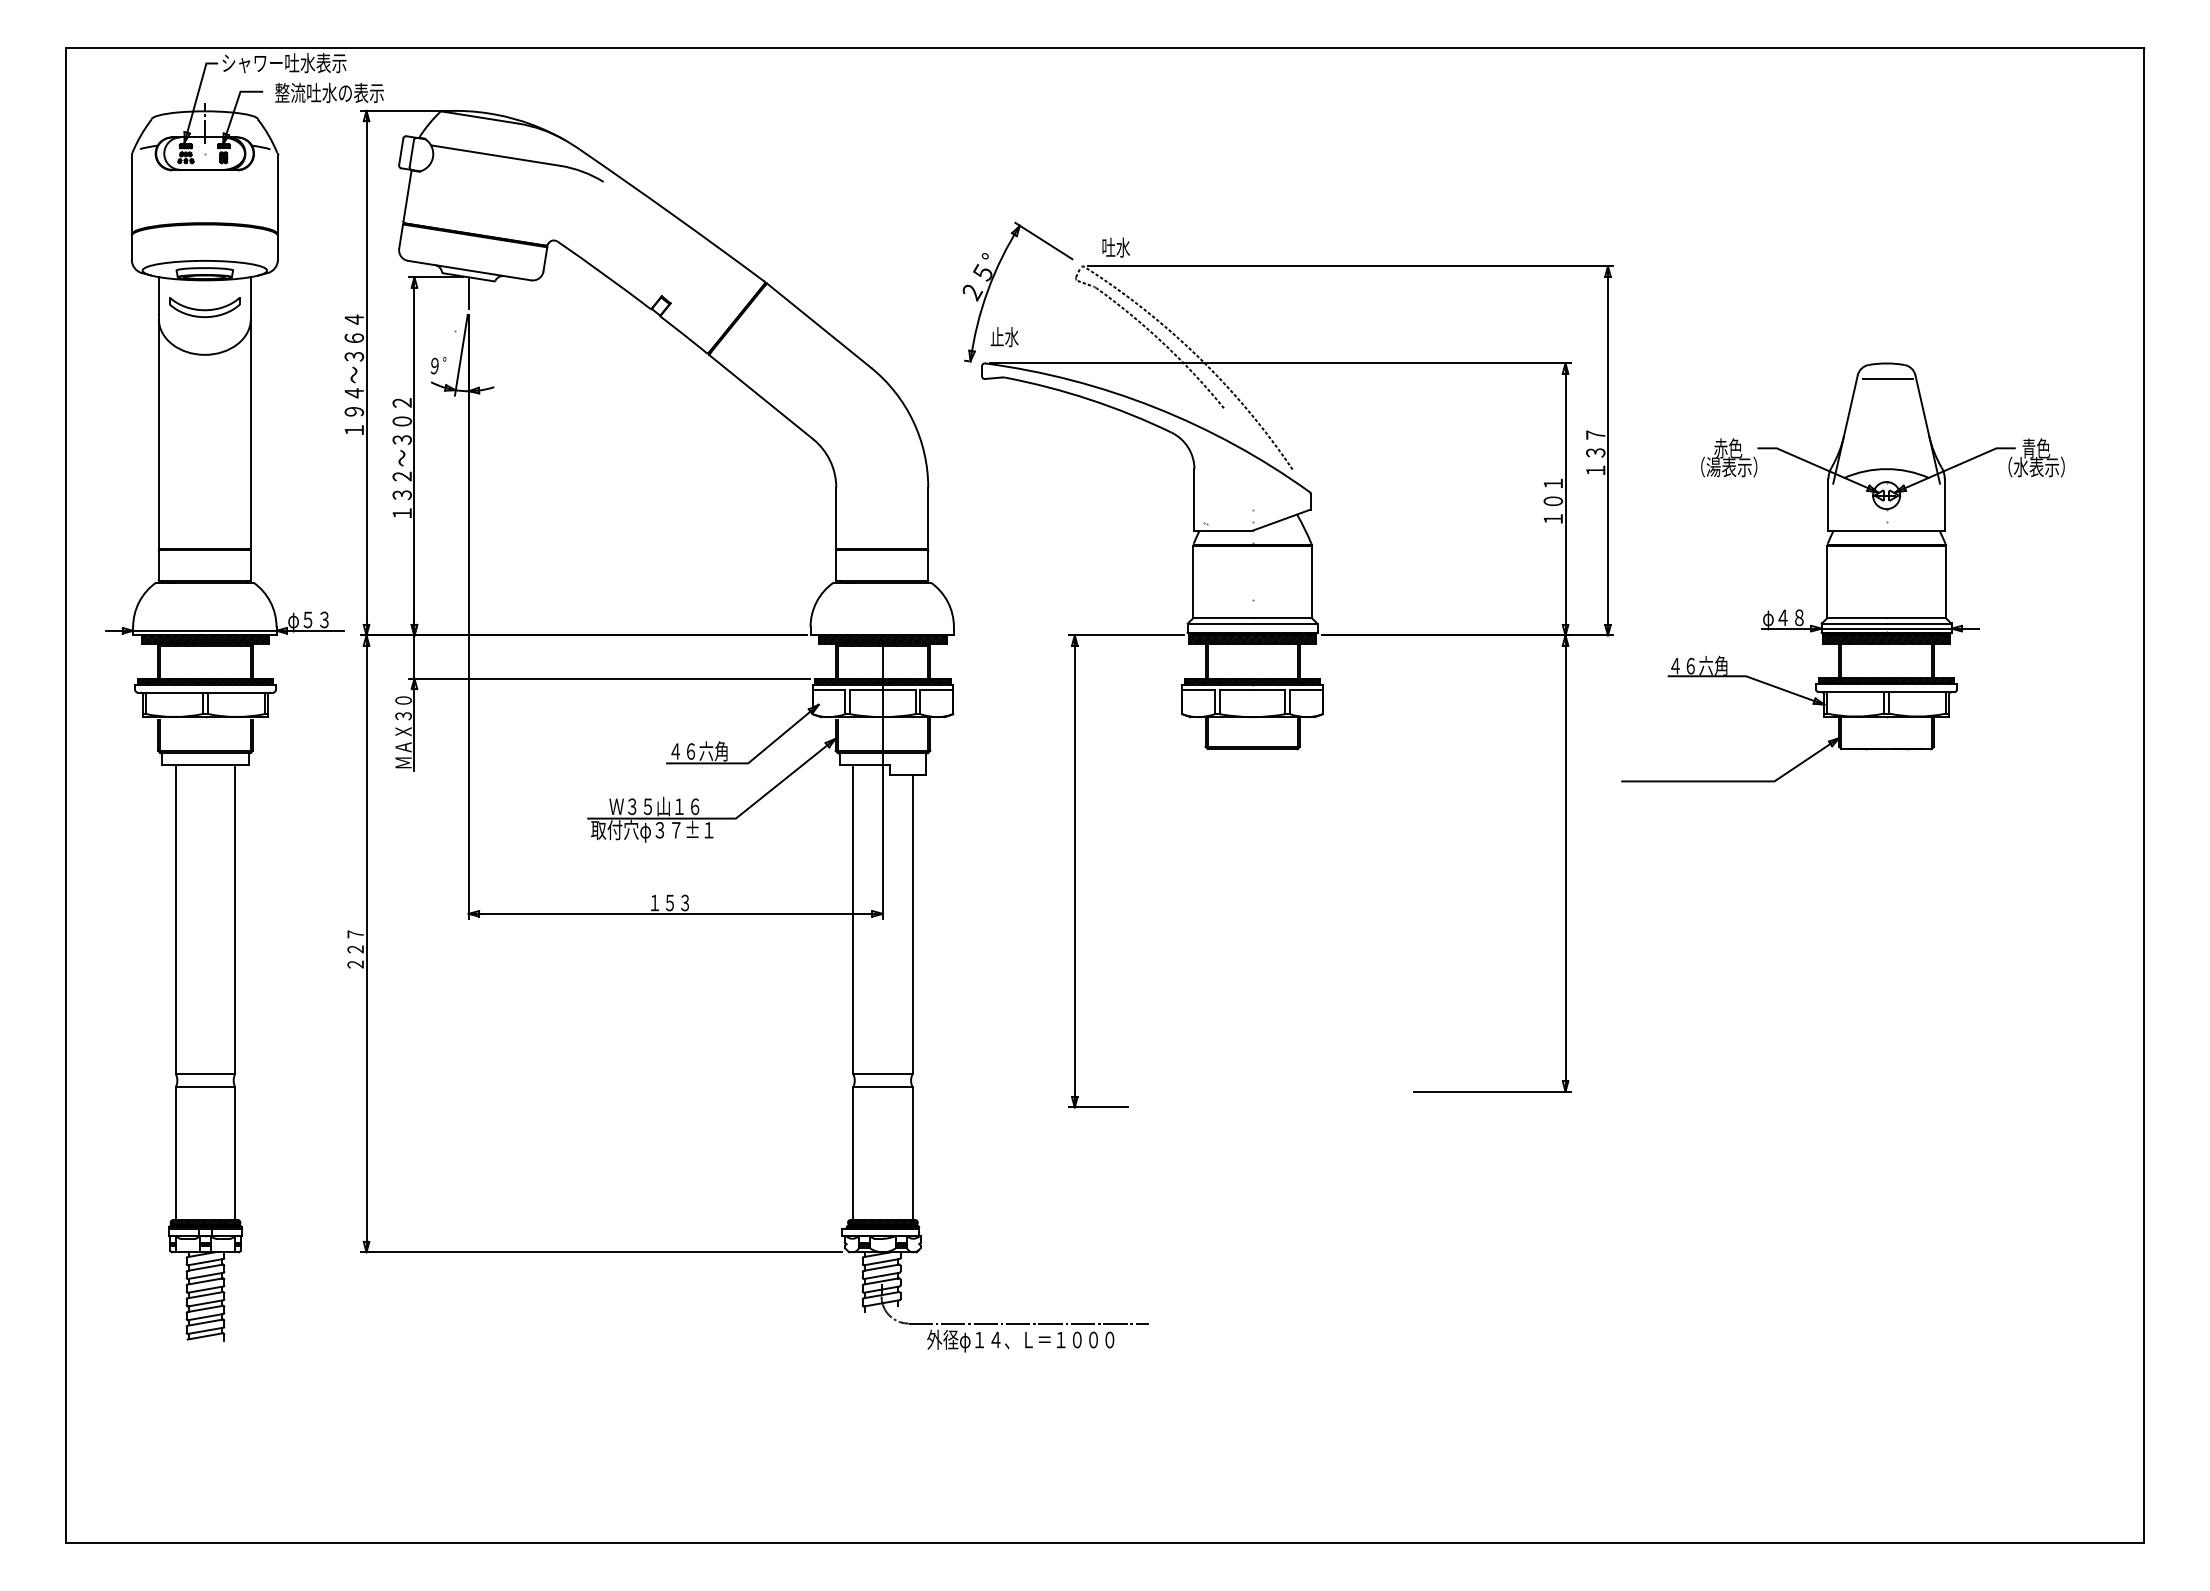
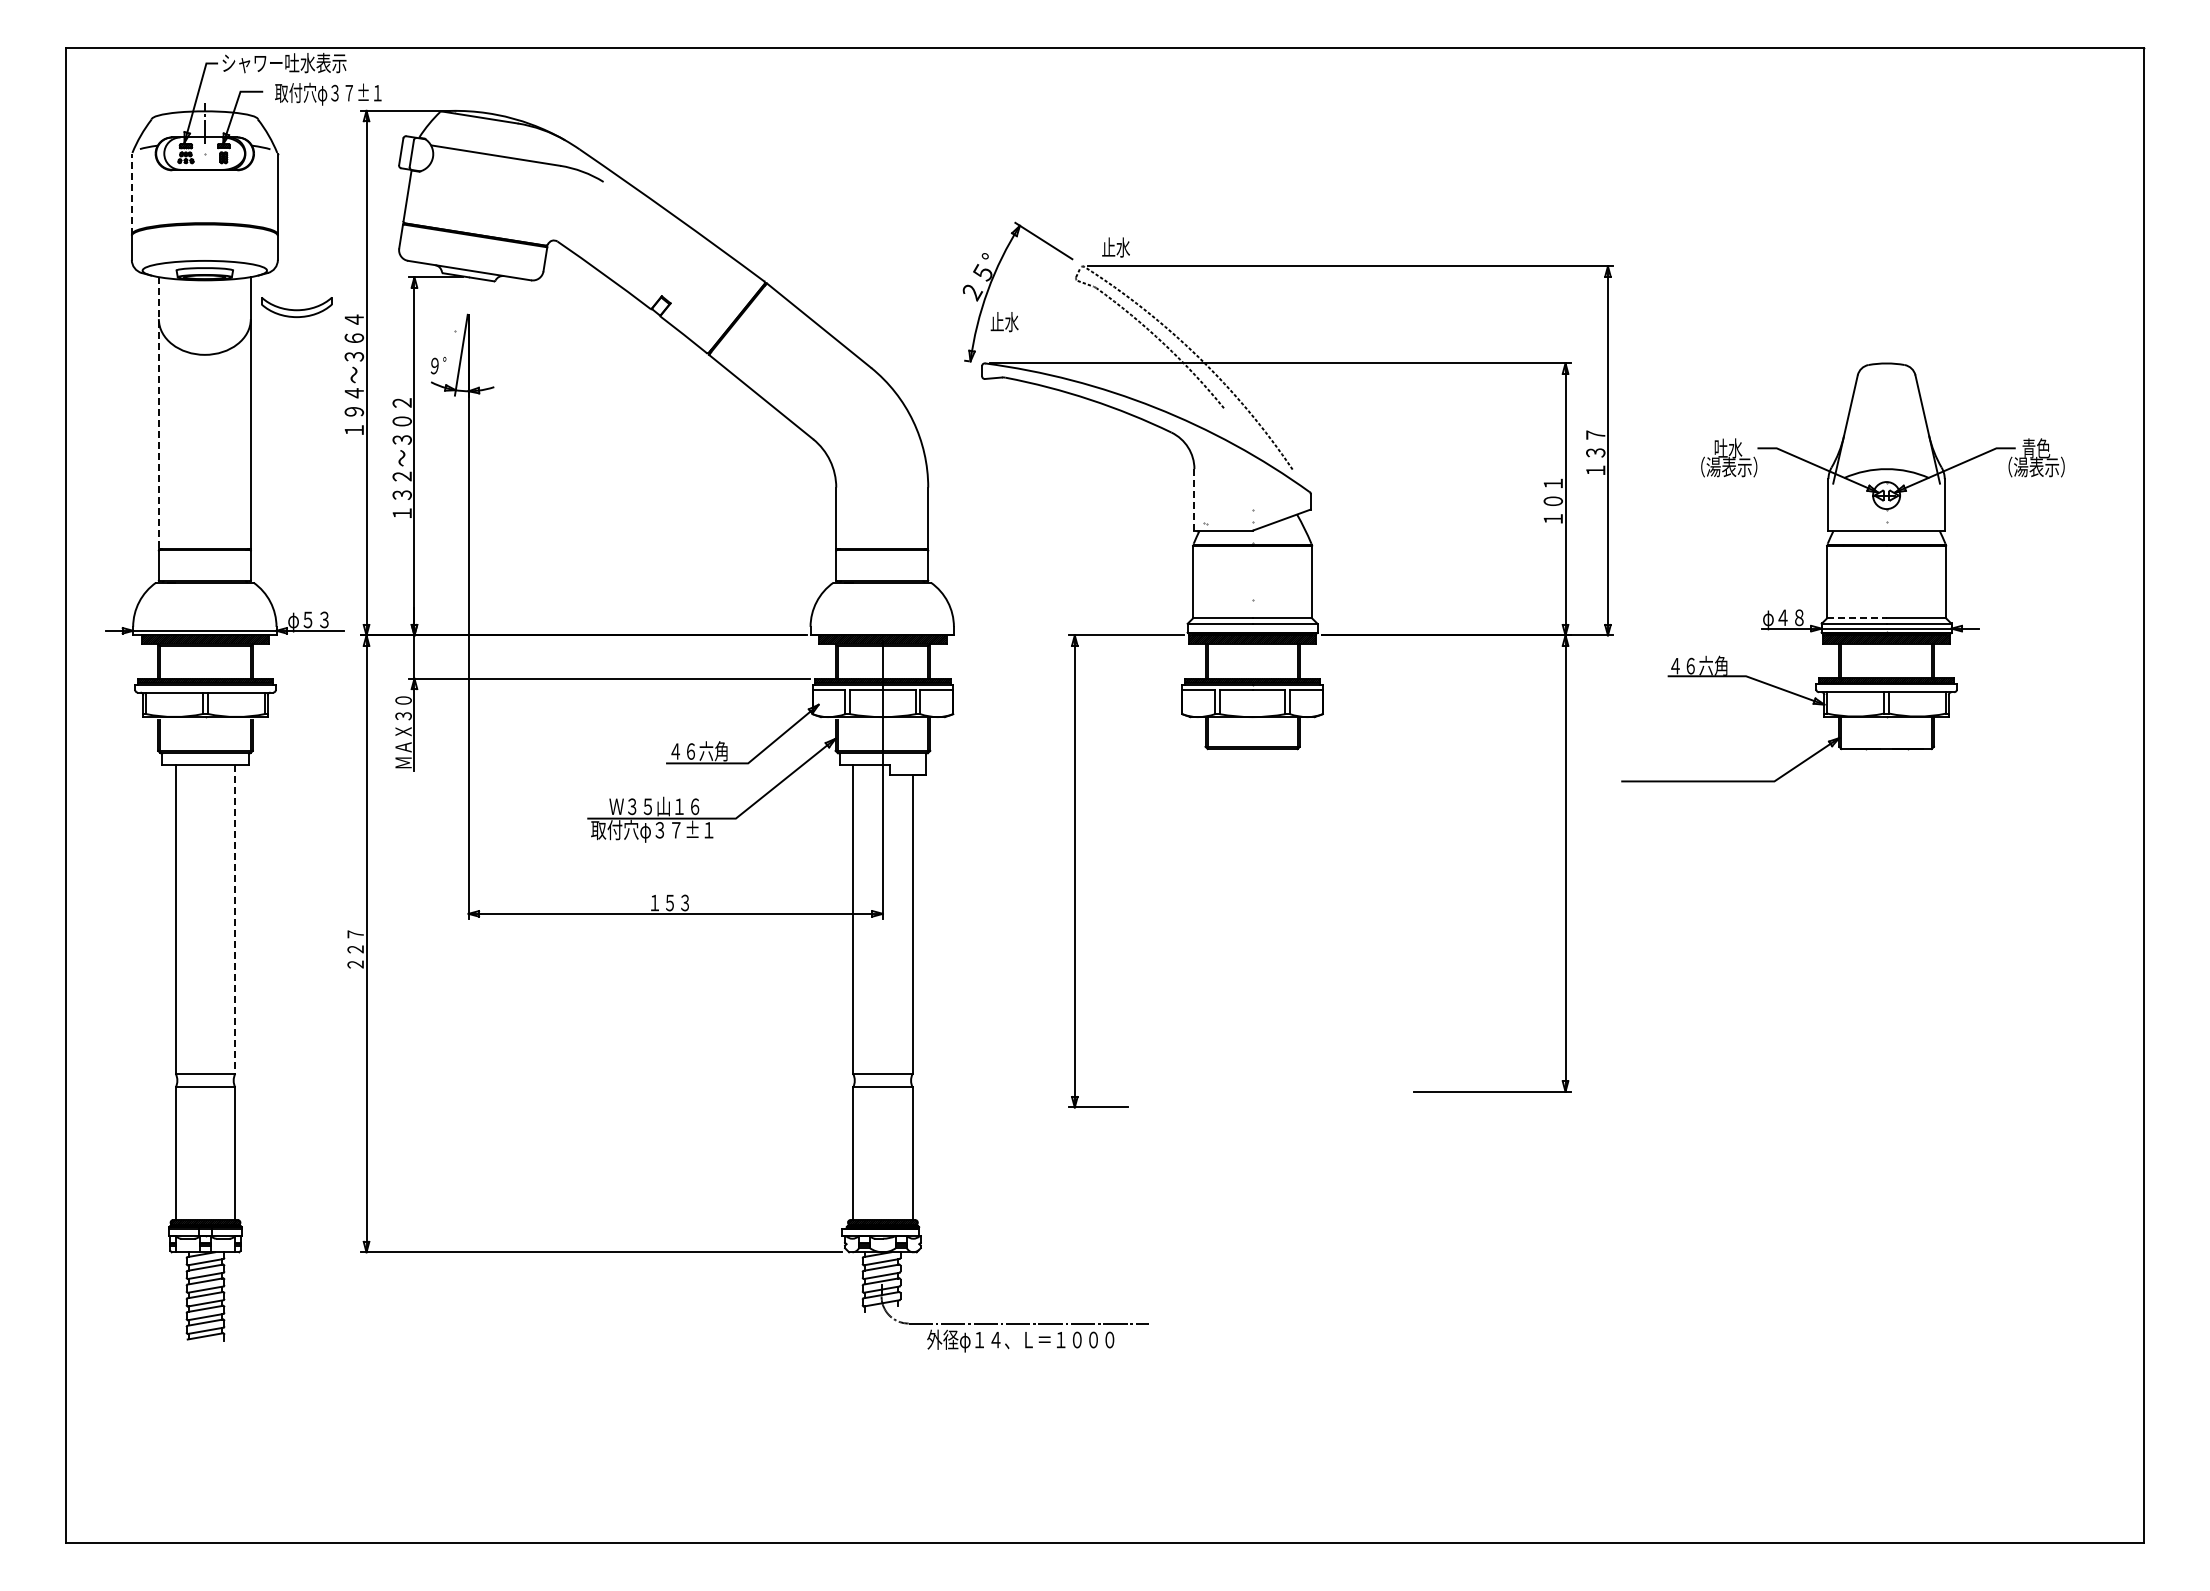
text at (329, 93): 整流吐水の表示 -> 取付穴φ３７±１
line at (131, 193): solid -> dashed
text at (1108, 246): 吐水 -> 止水
line at (468, 294): present -> none
part at (204, 307) position: (204, 307) -> (296, 307)
text at (1004, 337) position: (1004, 337) -> (1004, 322)
line at (1887, 379): present -> none
line at (158, 413): solid -> dashed
text at (1728, 448): 赤色 -> 吐水
text at (2021, 467): （水表示） -> （湯表示）
line at (1194, 499): solid -> dashed
line at (1856, 618): solid -> dashed
line at (235, 920): solid -> dashed
